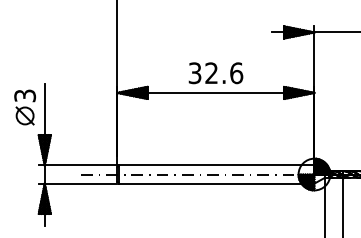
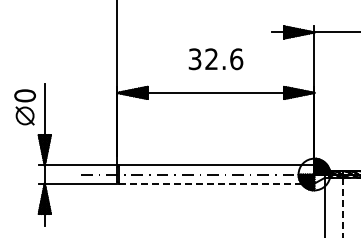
text at (215, 73) position: (215, 73) -> (215, 59)
text at (25, 95): 3 -> 0
line at (216, 183): solid -> dashed
line at (342, 207): solid -> dashed
